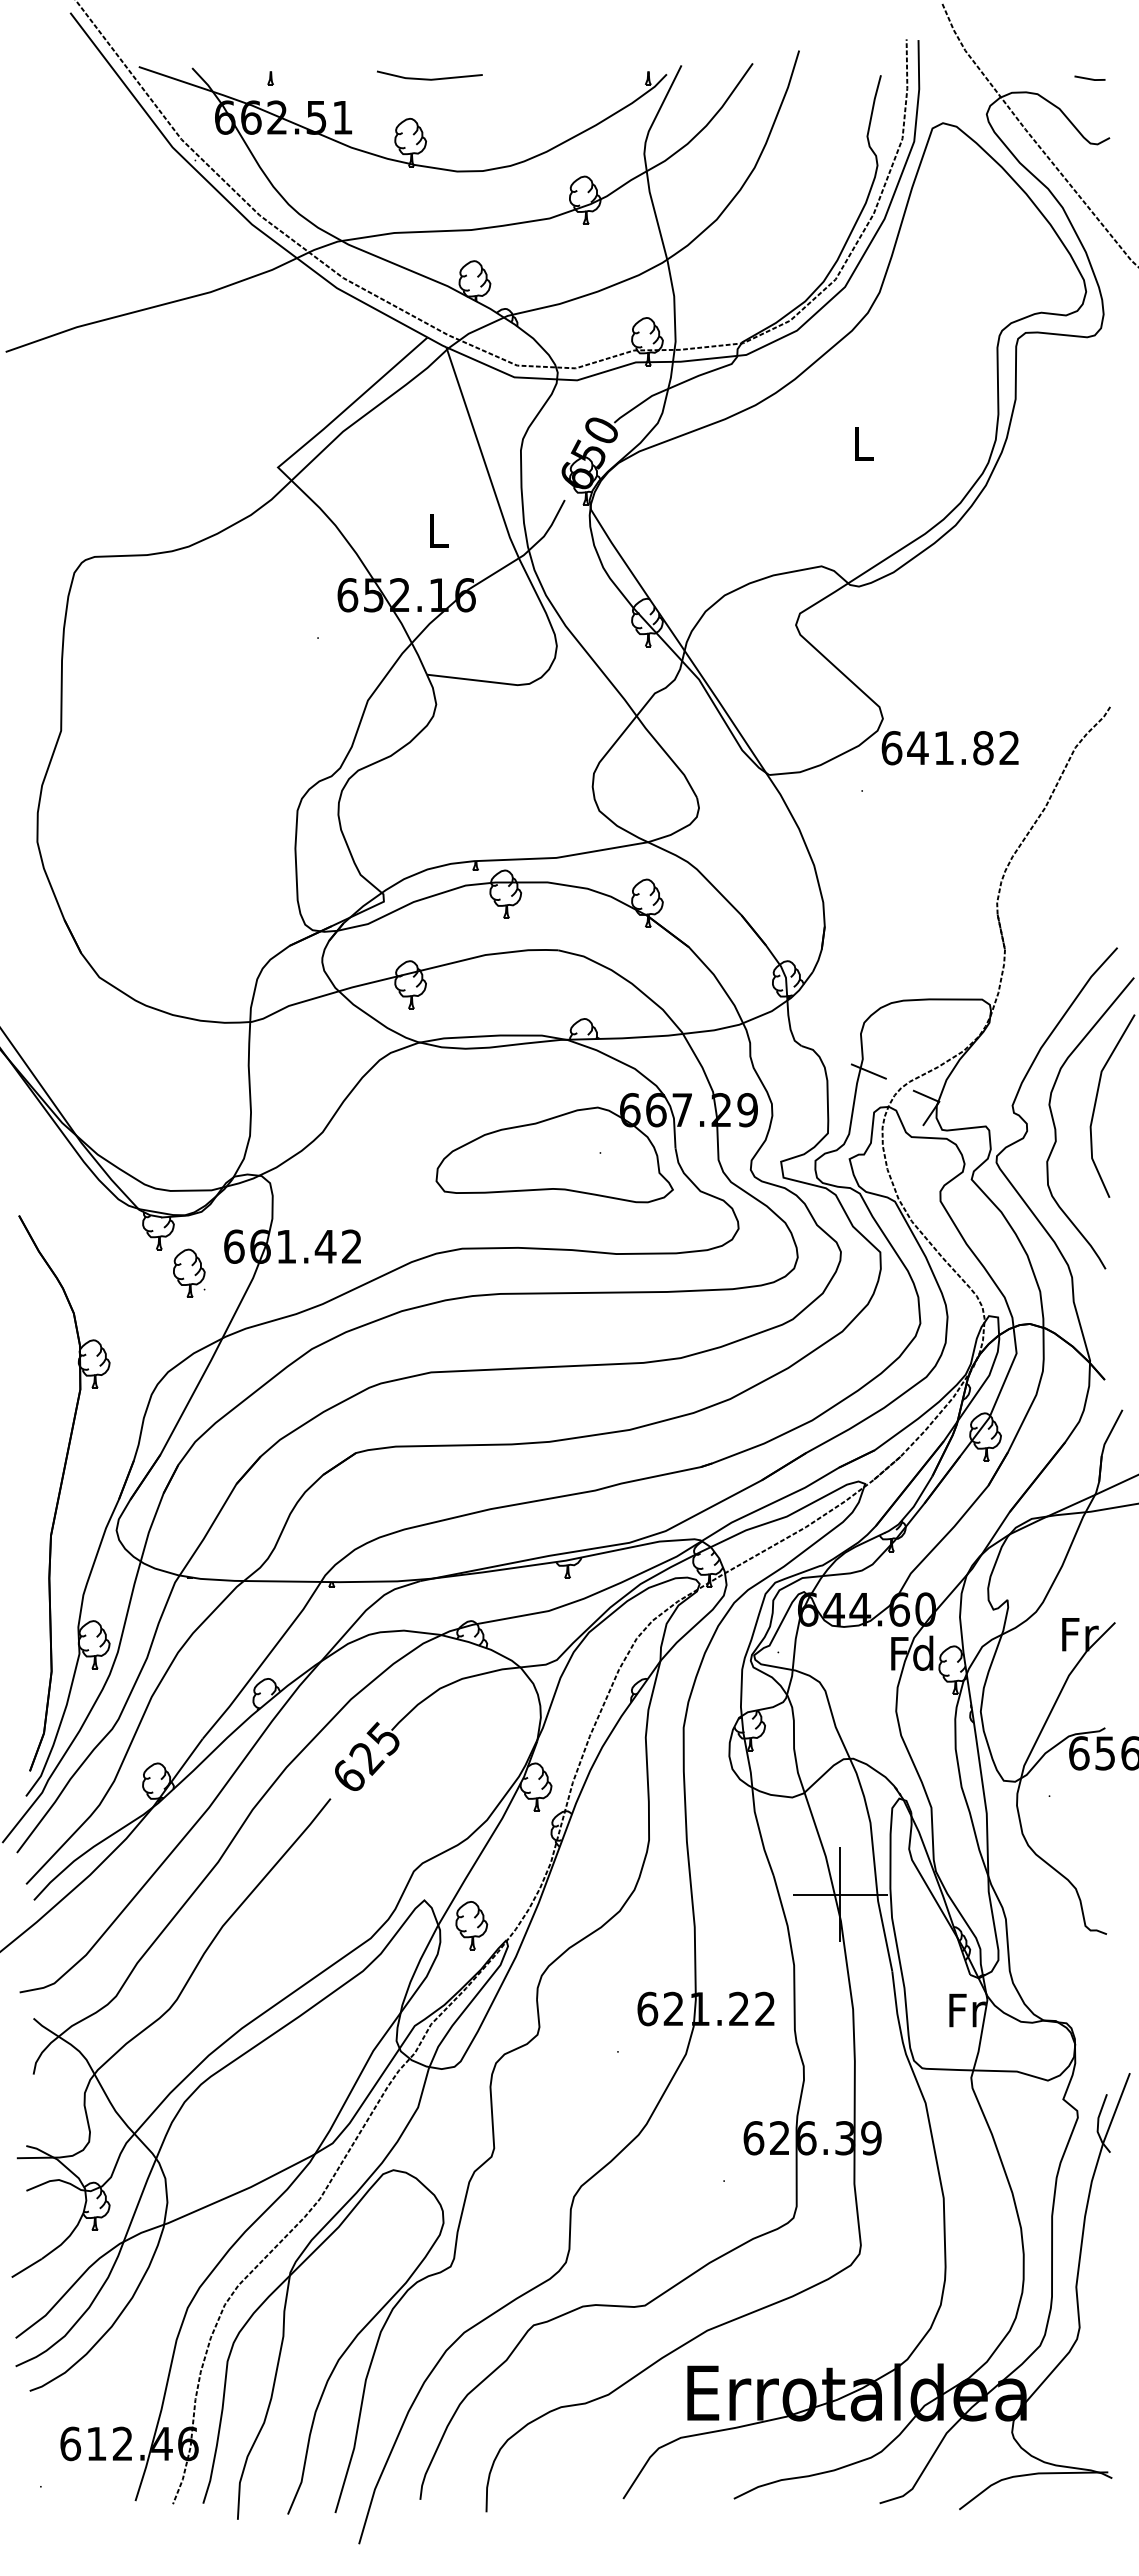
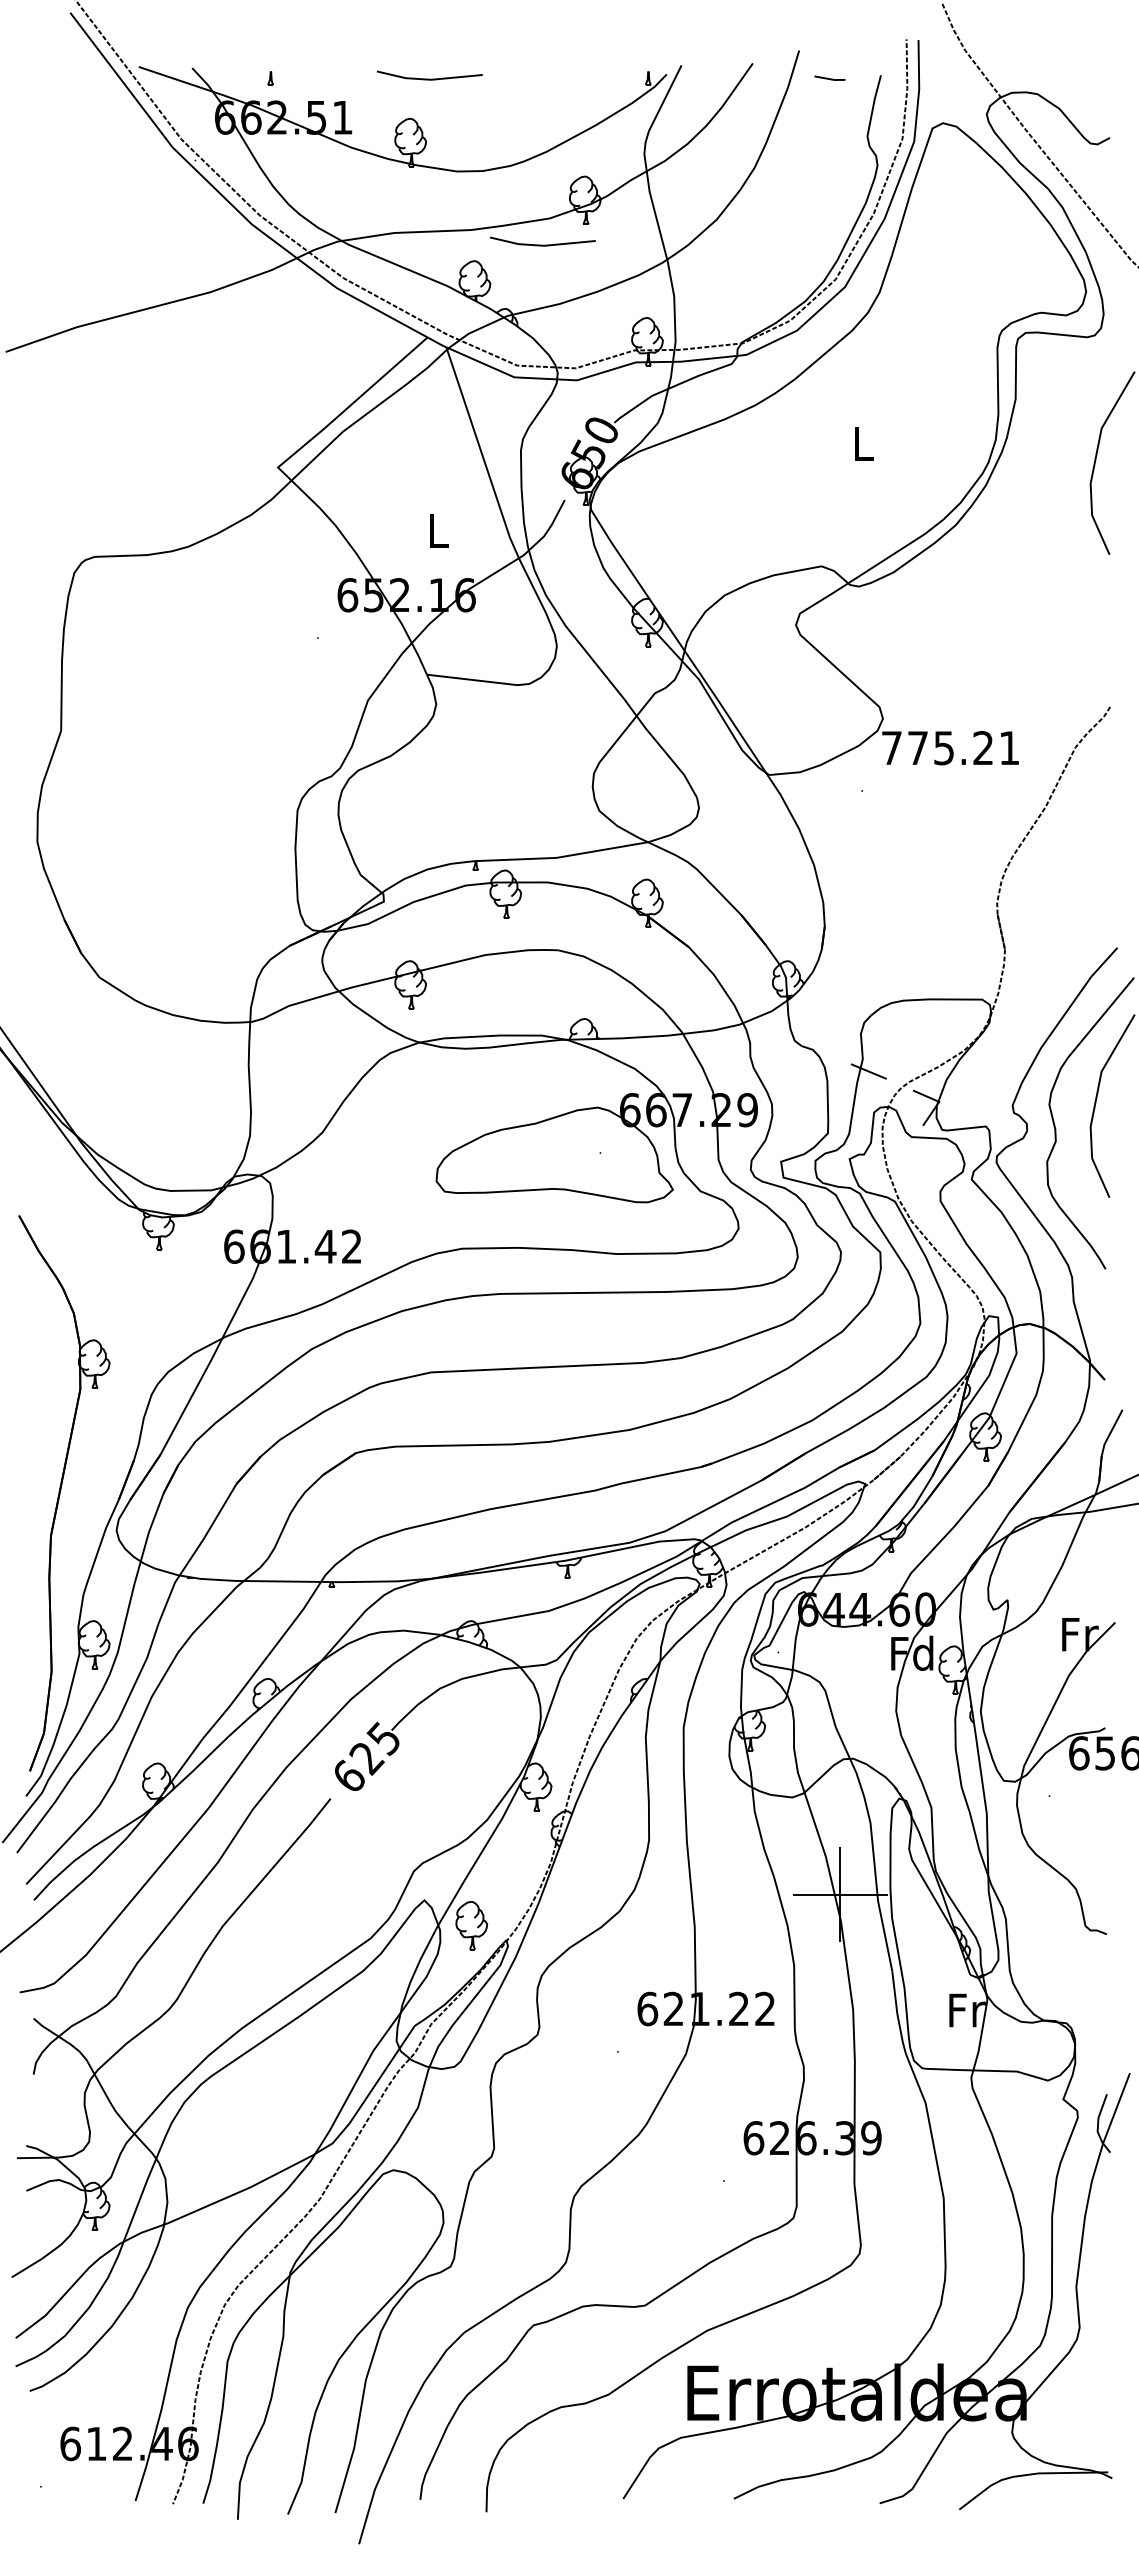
line at (1089, 78) position: (1089, 78) -> (829, 78)
line at (542, 244): none -> present
line at (1096, 460): none -> present
text at (949, 748): 641.82 -> 775.21
part at (189, 1272): present -> none
